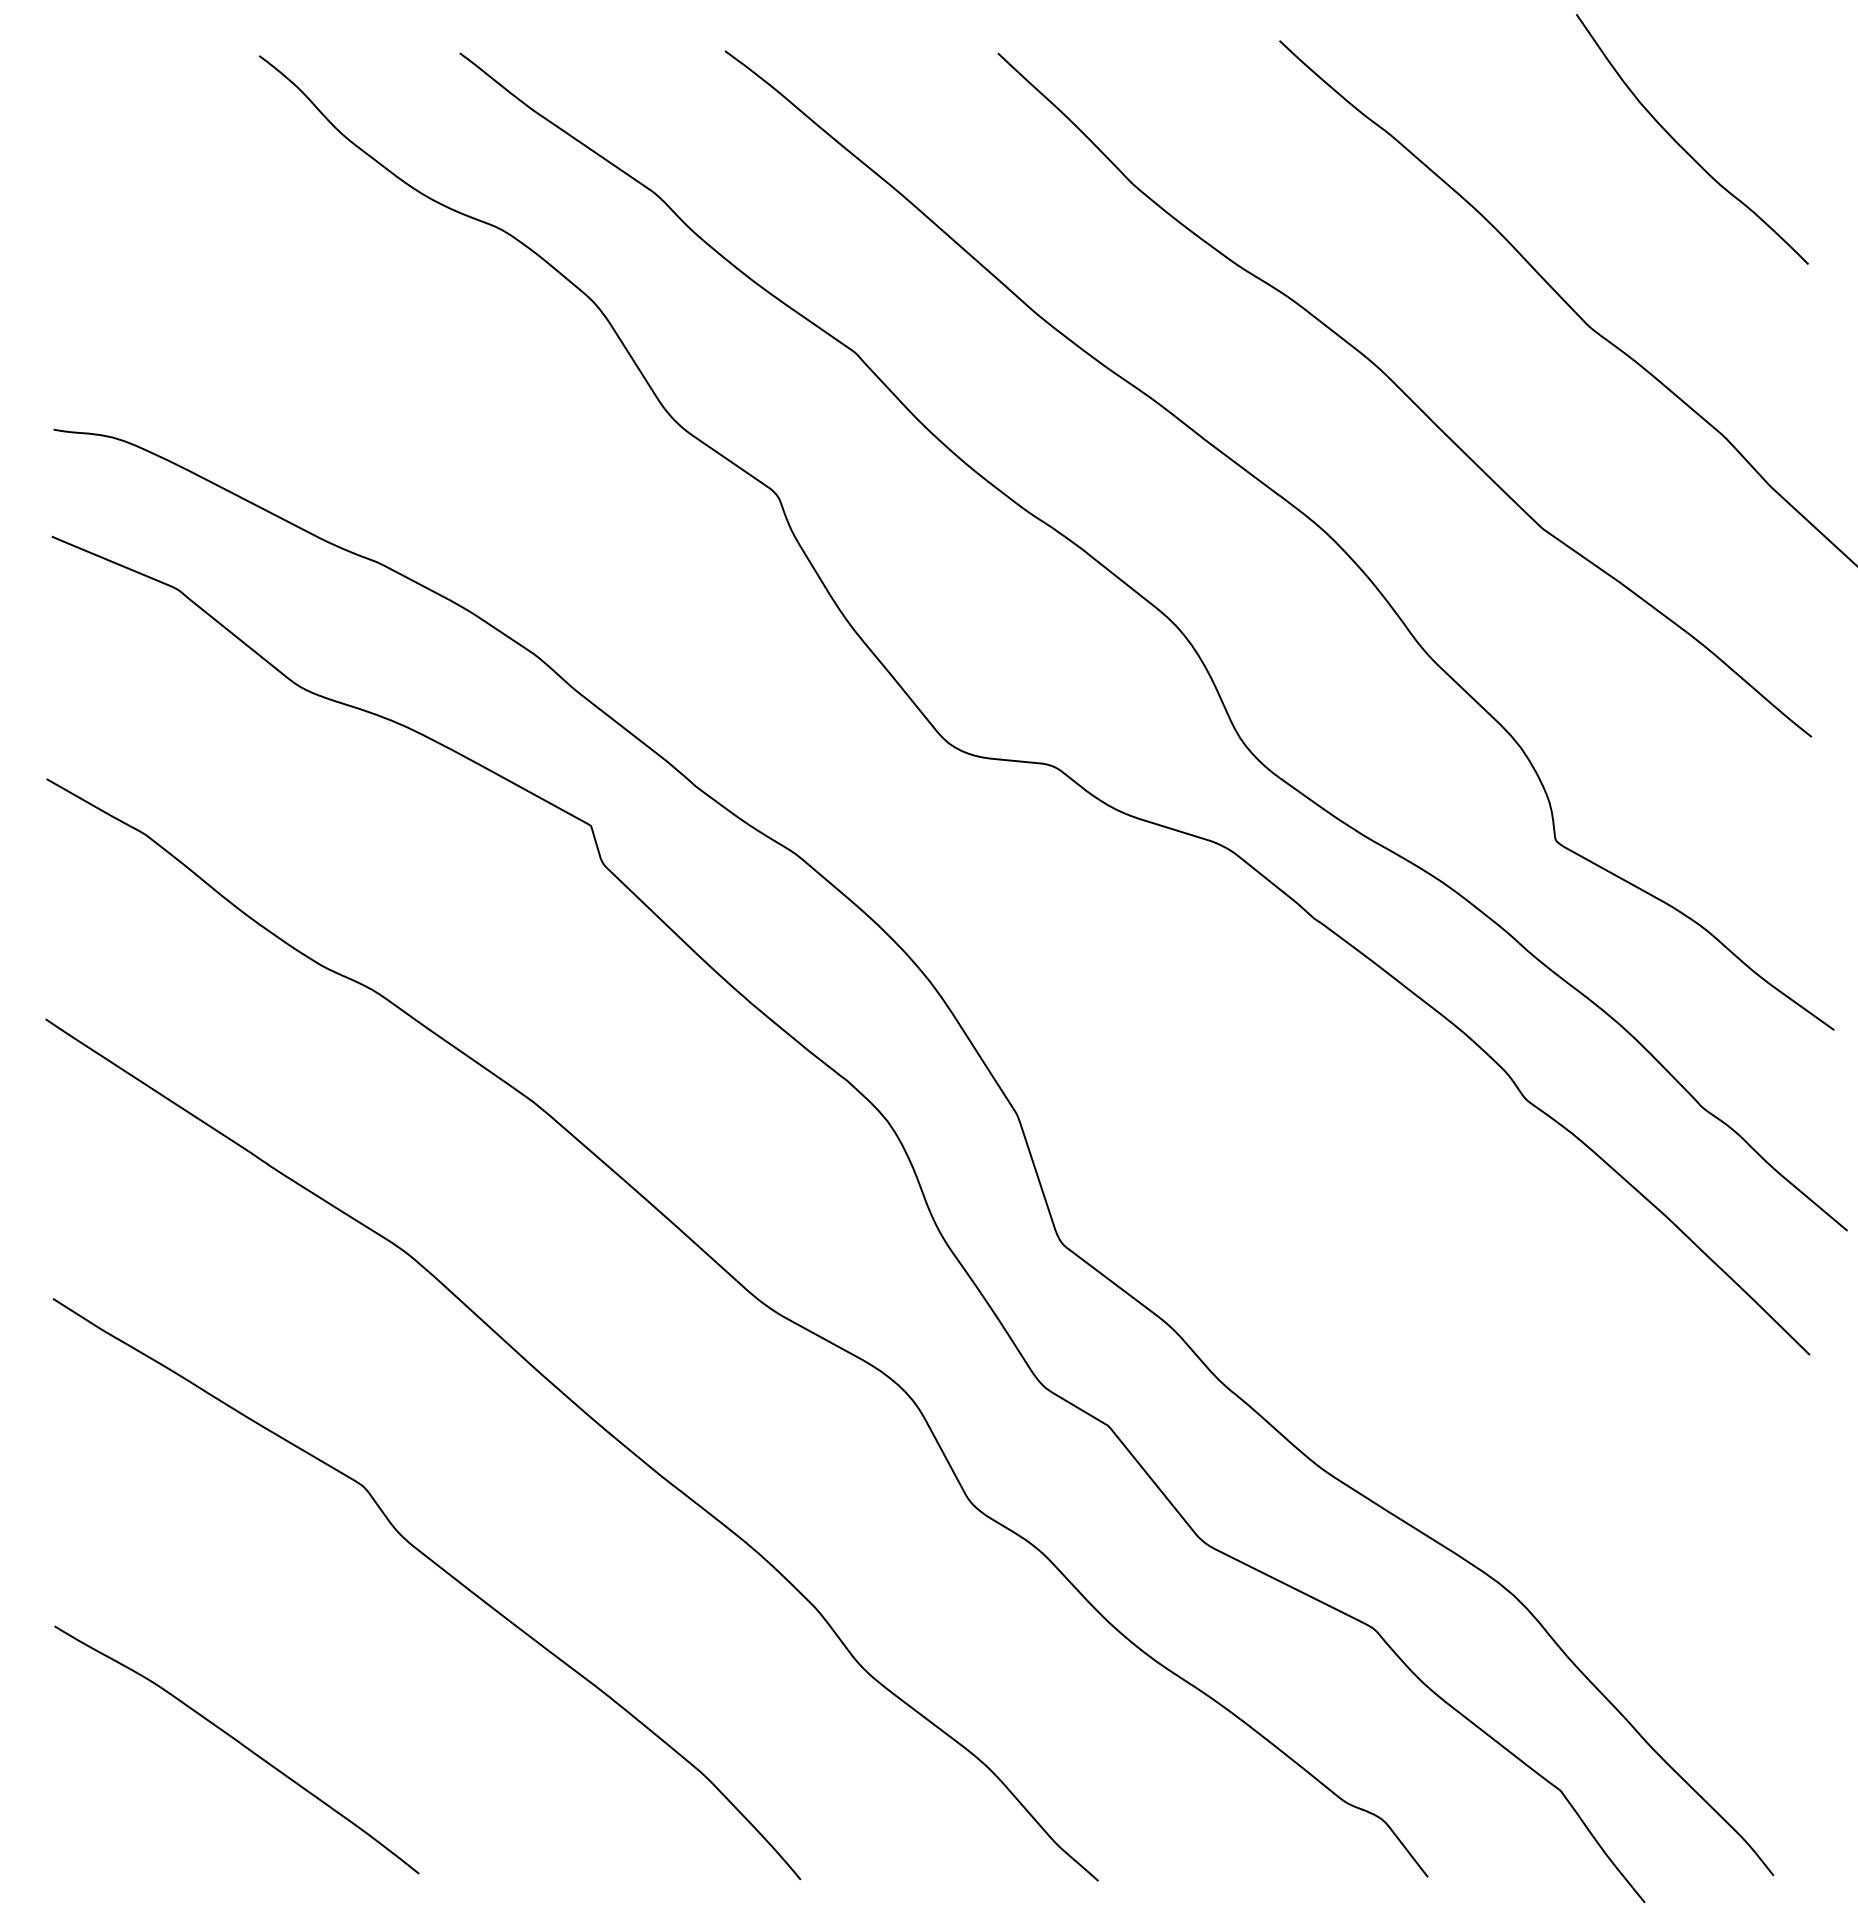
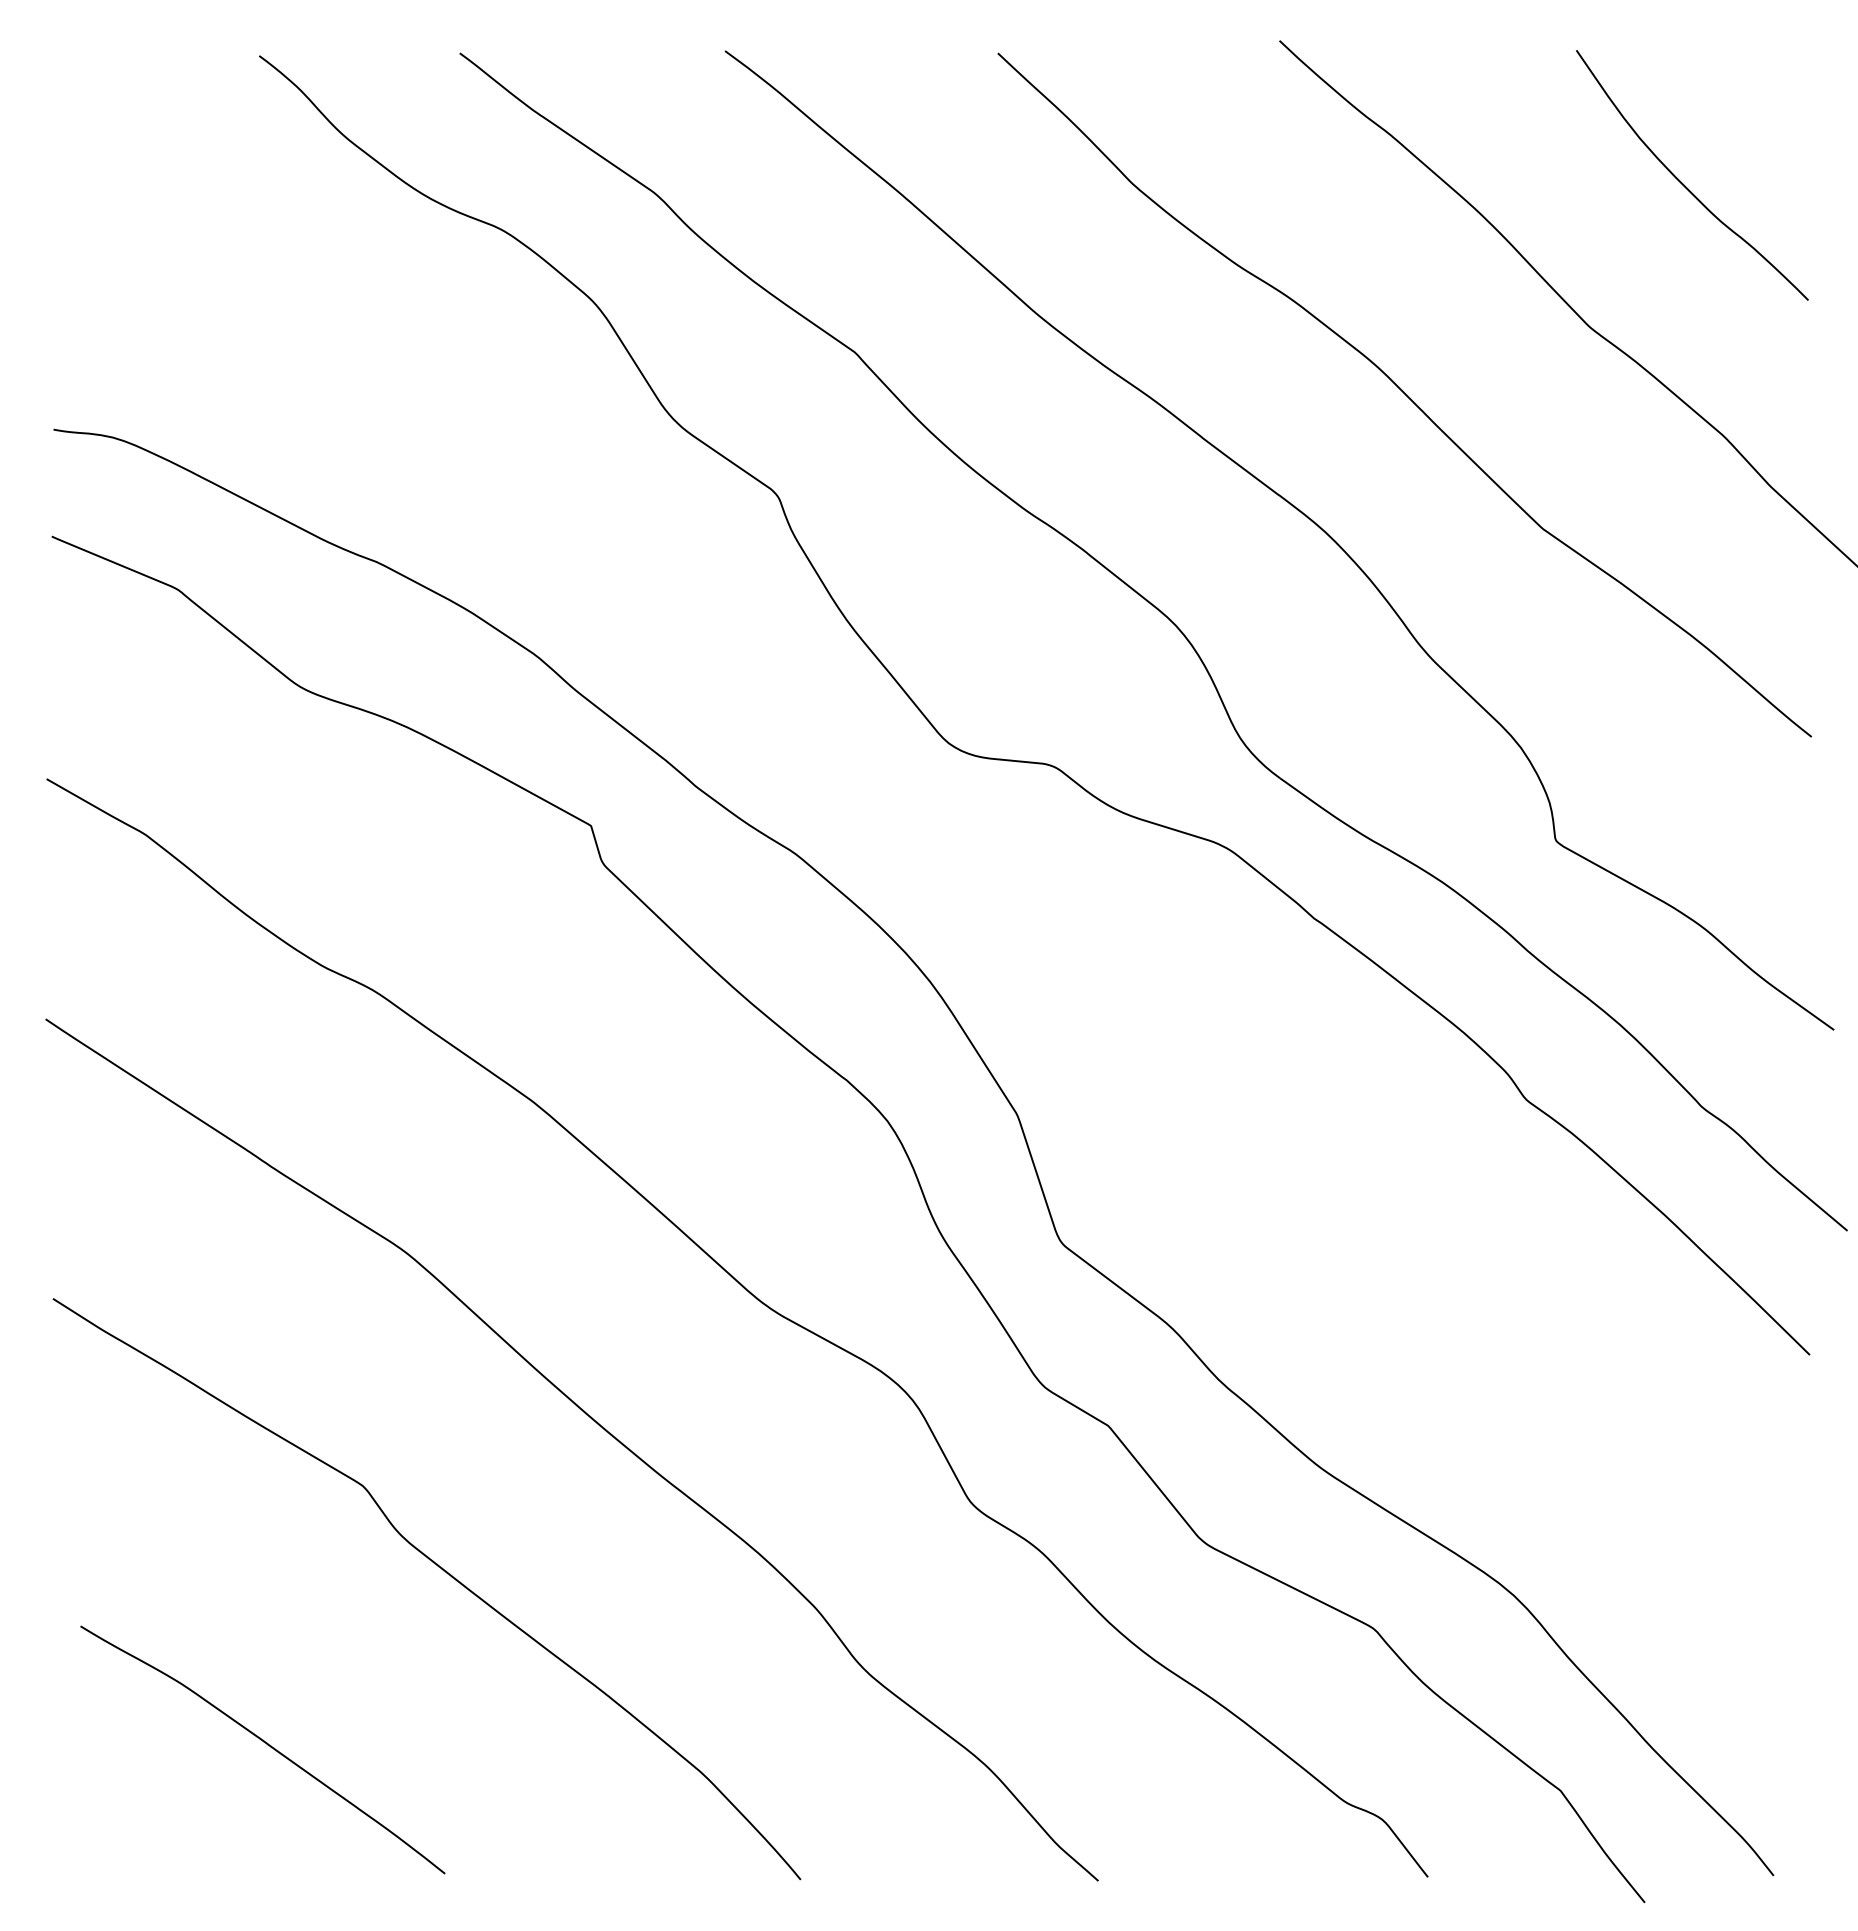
curve at (1683, 147) position: (1683, 147) -> (1683, 183)
curve at (240, 1744) position: (240, 1744) -> (266, 1744)
